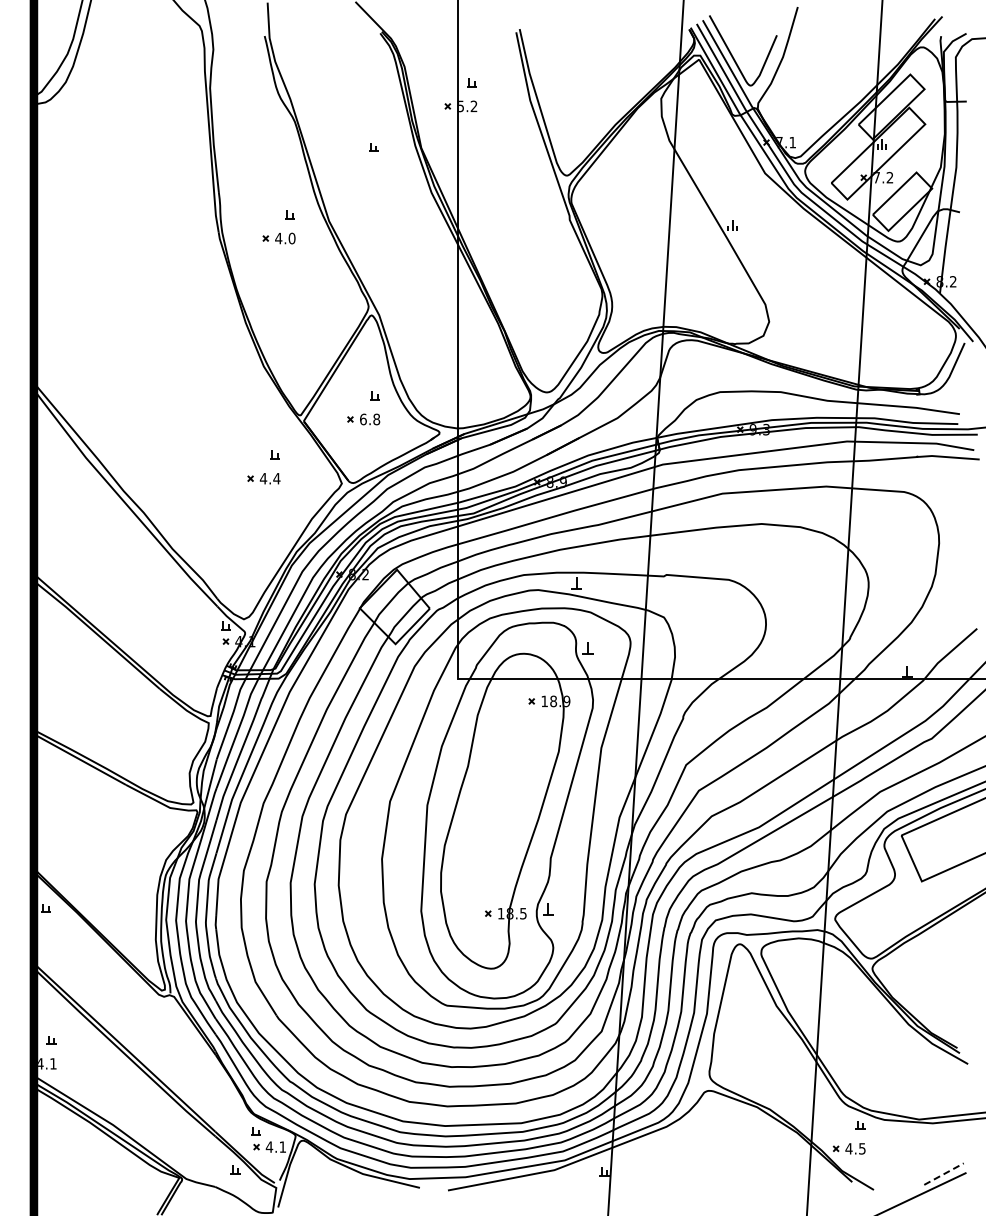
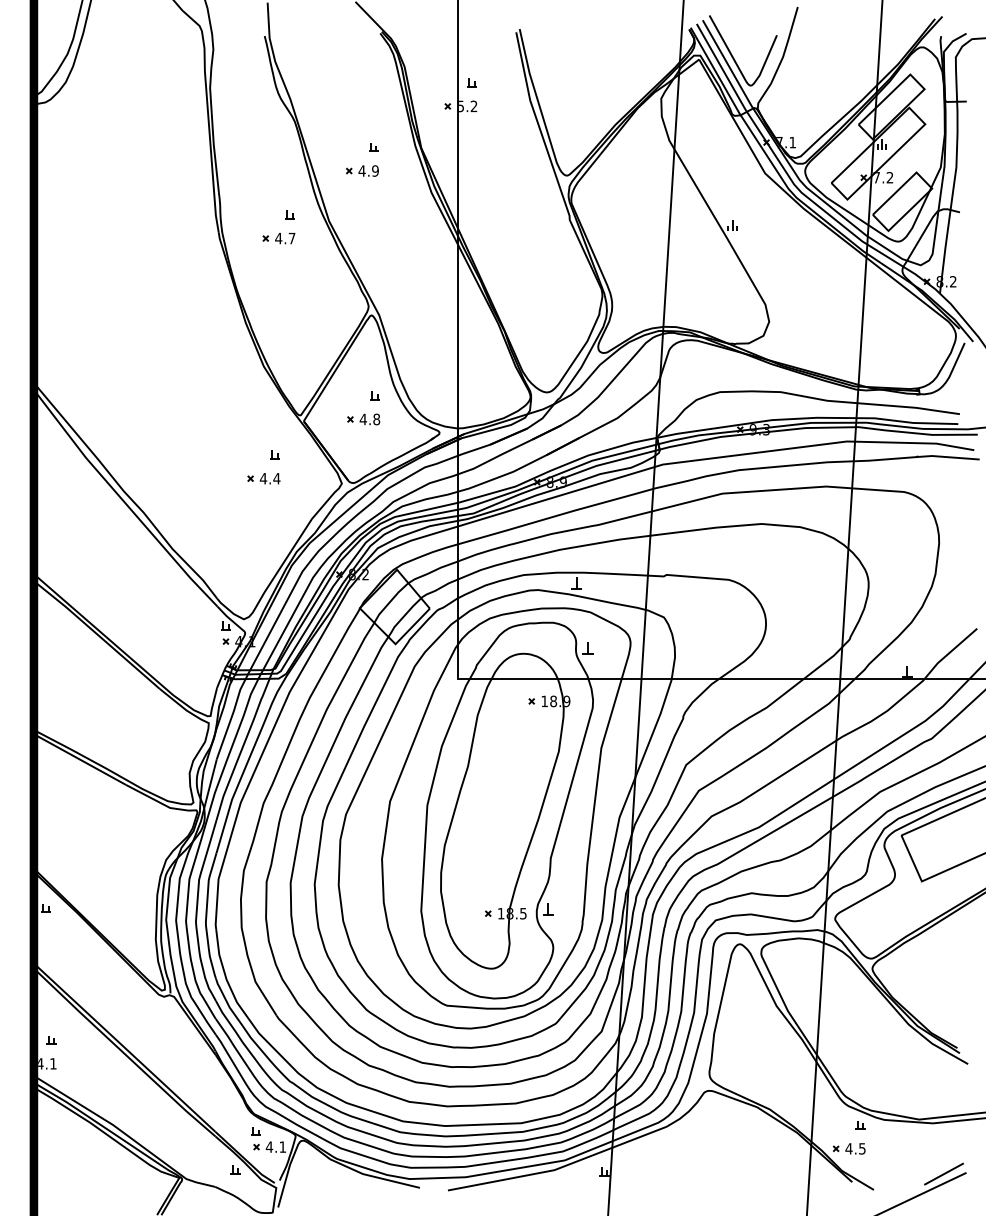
part at (362, 170): none -> present
text at (291, 238): 4.0 -> 4.7
text at (362, 419): 6.8 -> 4.8
line at (944, 1173): dashed -> solid
